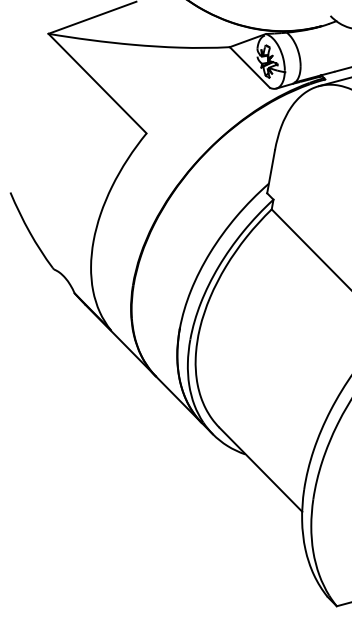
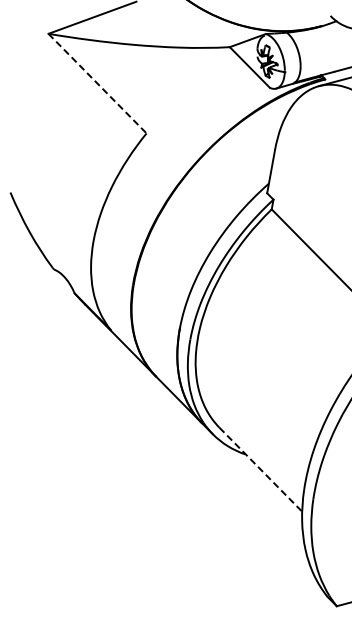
line at (97, 83): solid -> dashed
line at (261, 470): solid -> dashed
